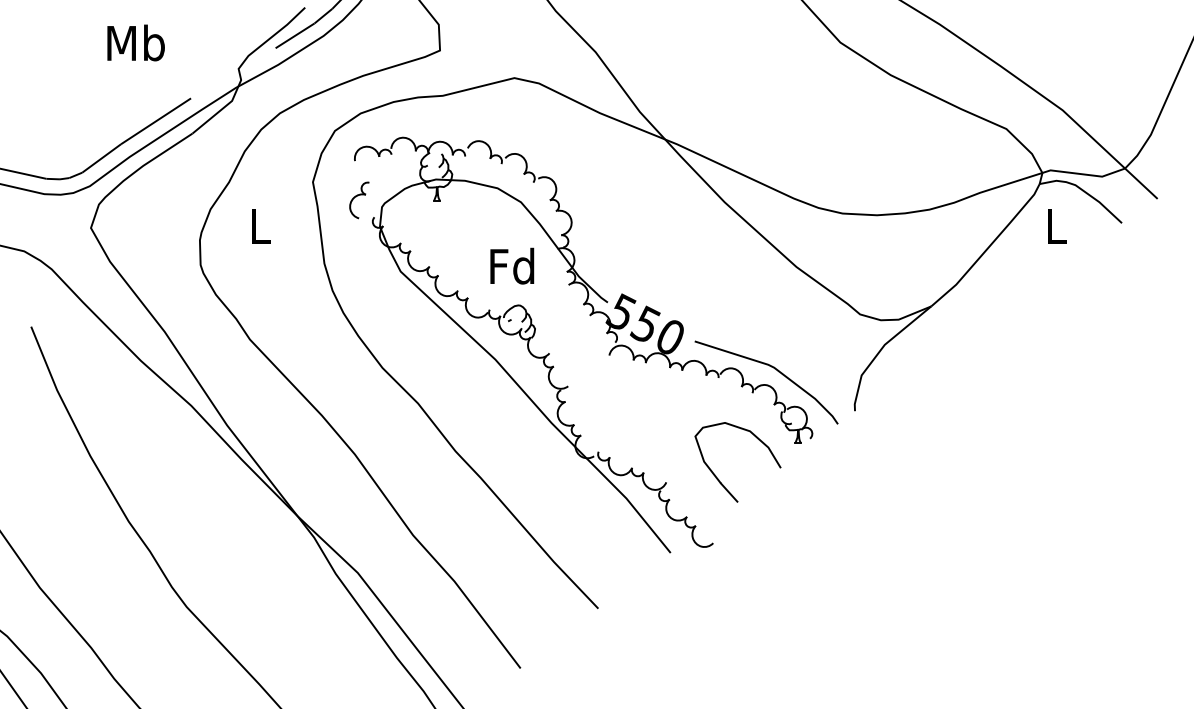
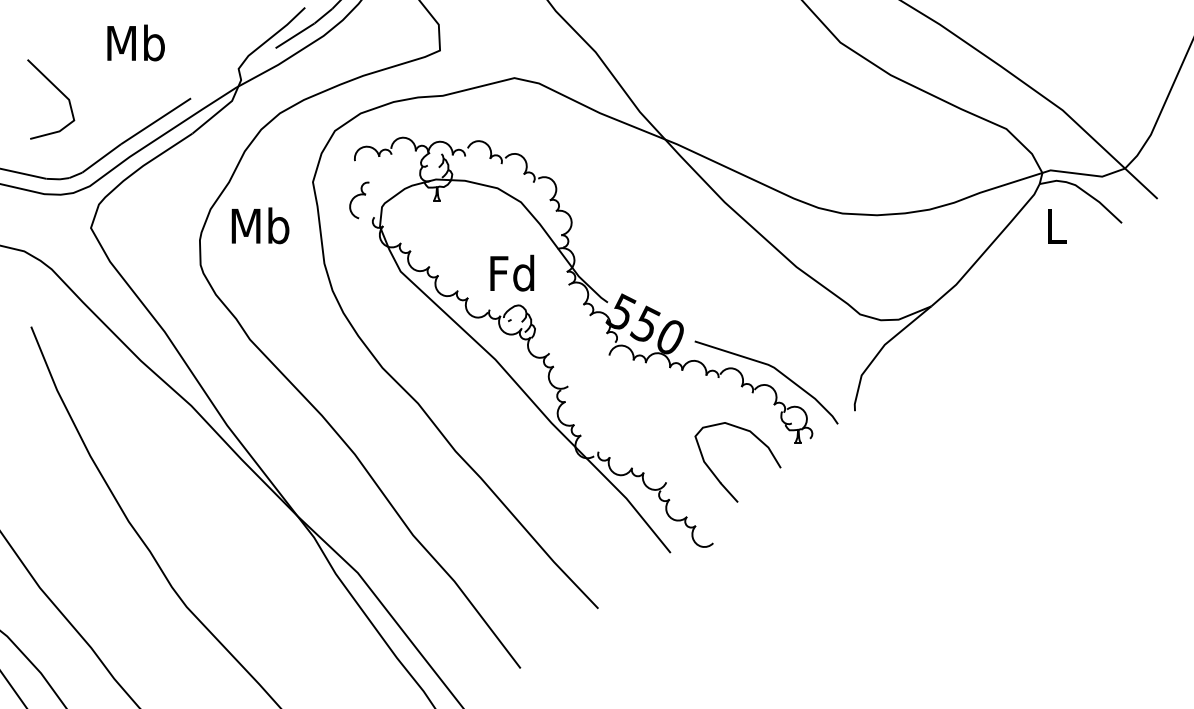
line at (59, 91): none -> present
text at (260, 225): L -> Mb
text at (512, 265) position: (512, 265) -> (512, 272)
